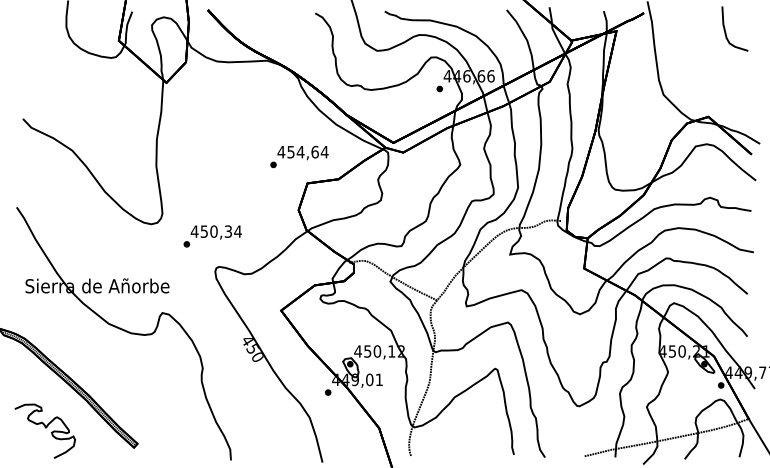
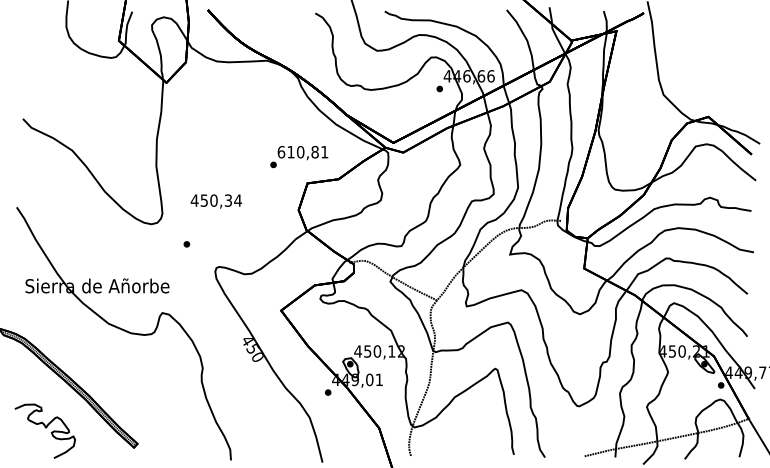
part at (726, 32): present -> none
text at (302, 151): 454,64 -> 610,81
text at (215, 232) position: (215, 232) -> (215, 201)
